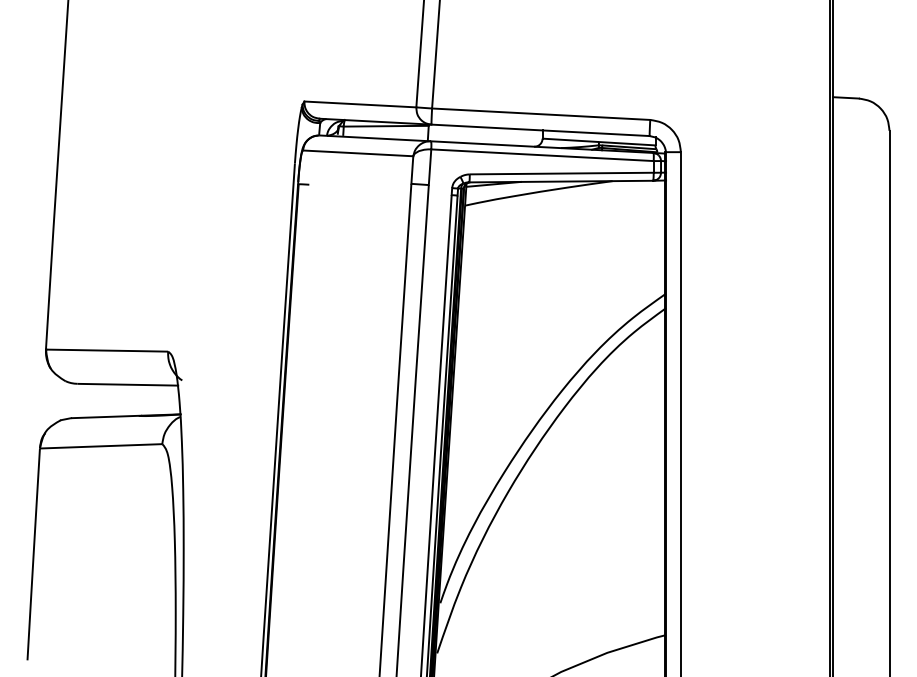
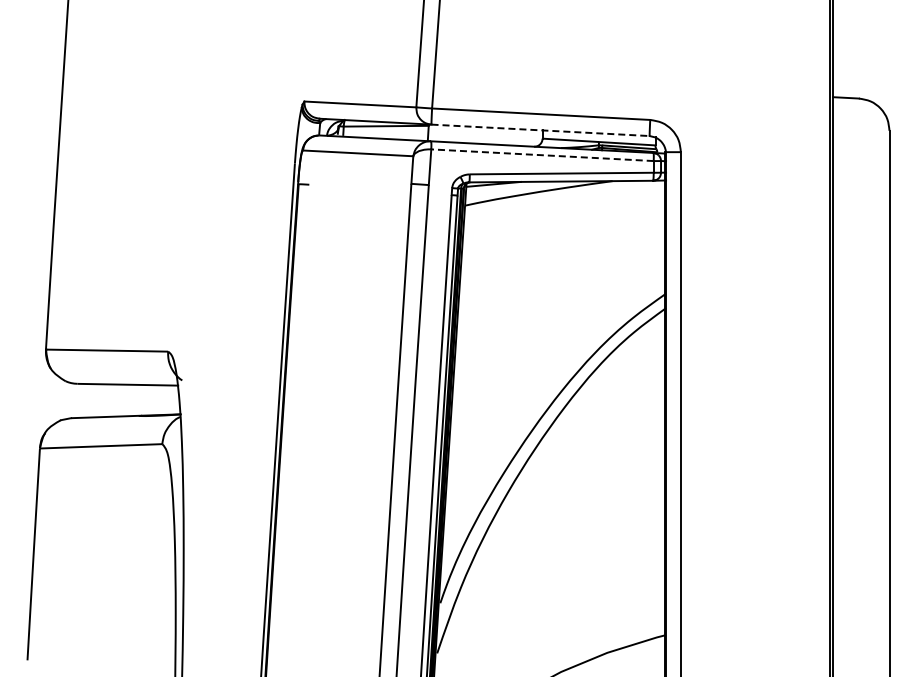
line at (541, 130): solid -> dashed
line at (541, 155): solid -> dashed
